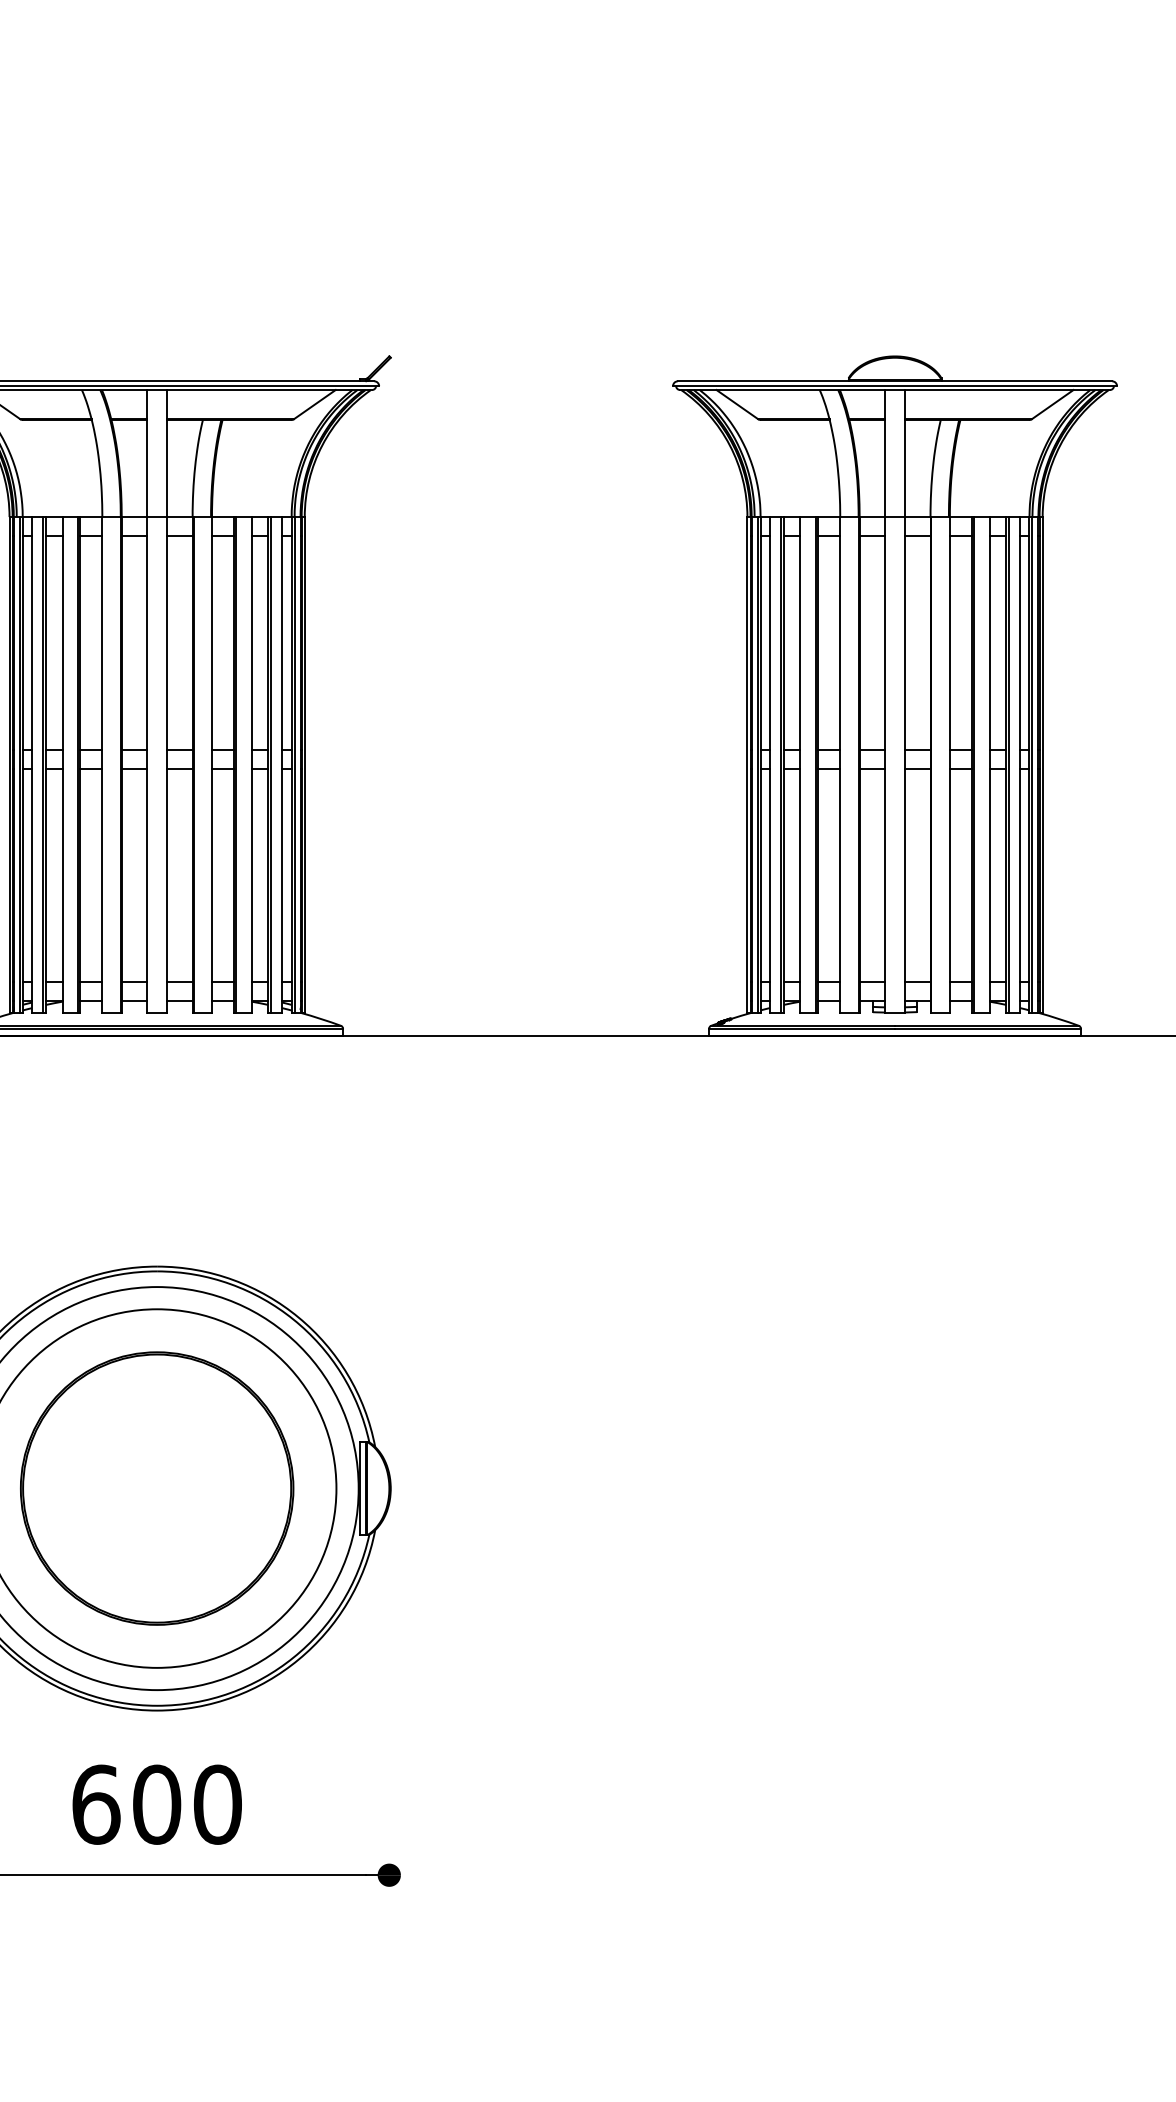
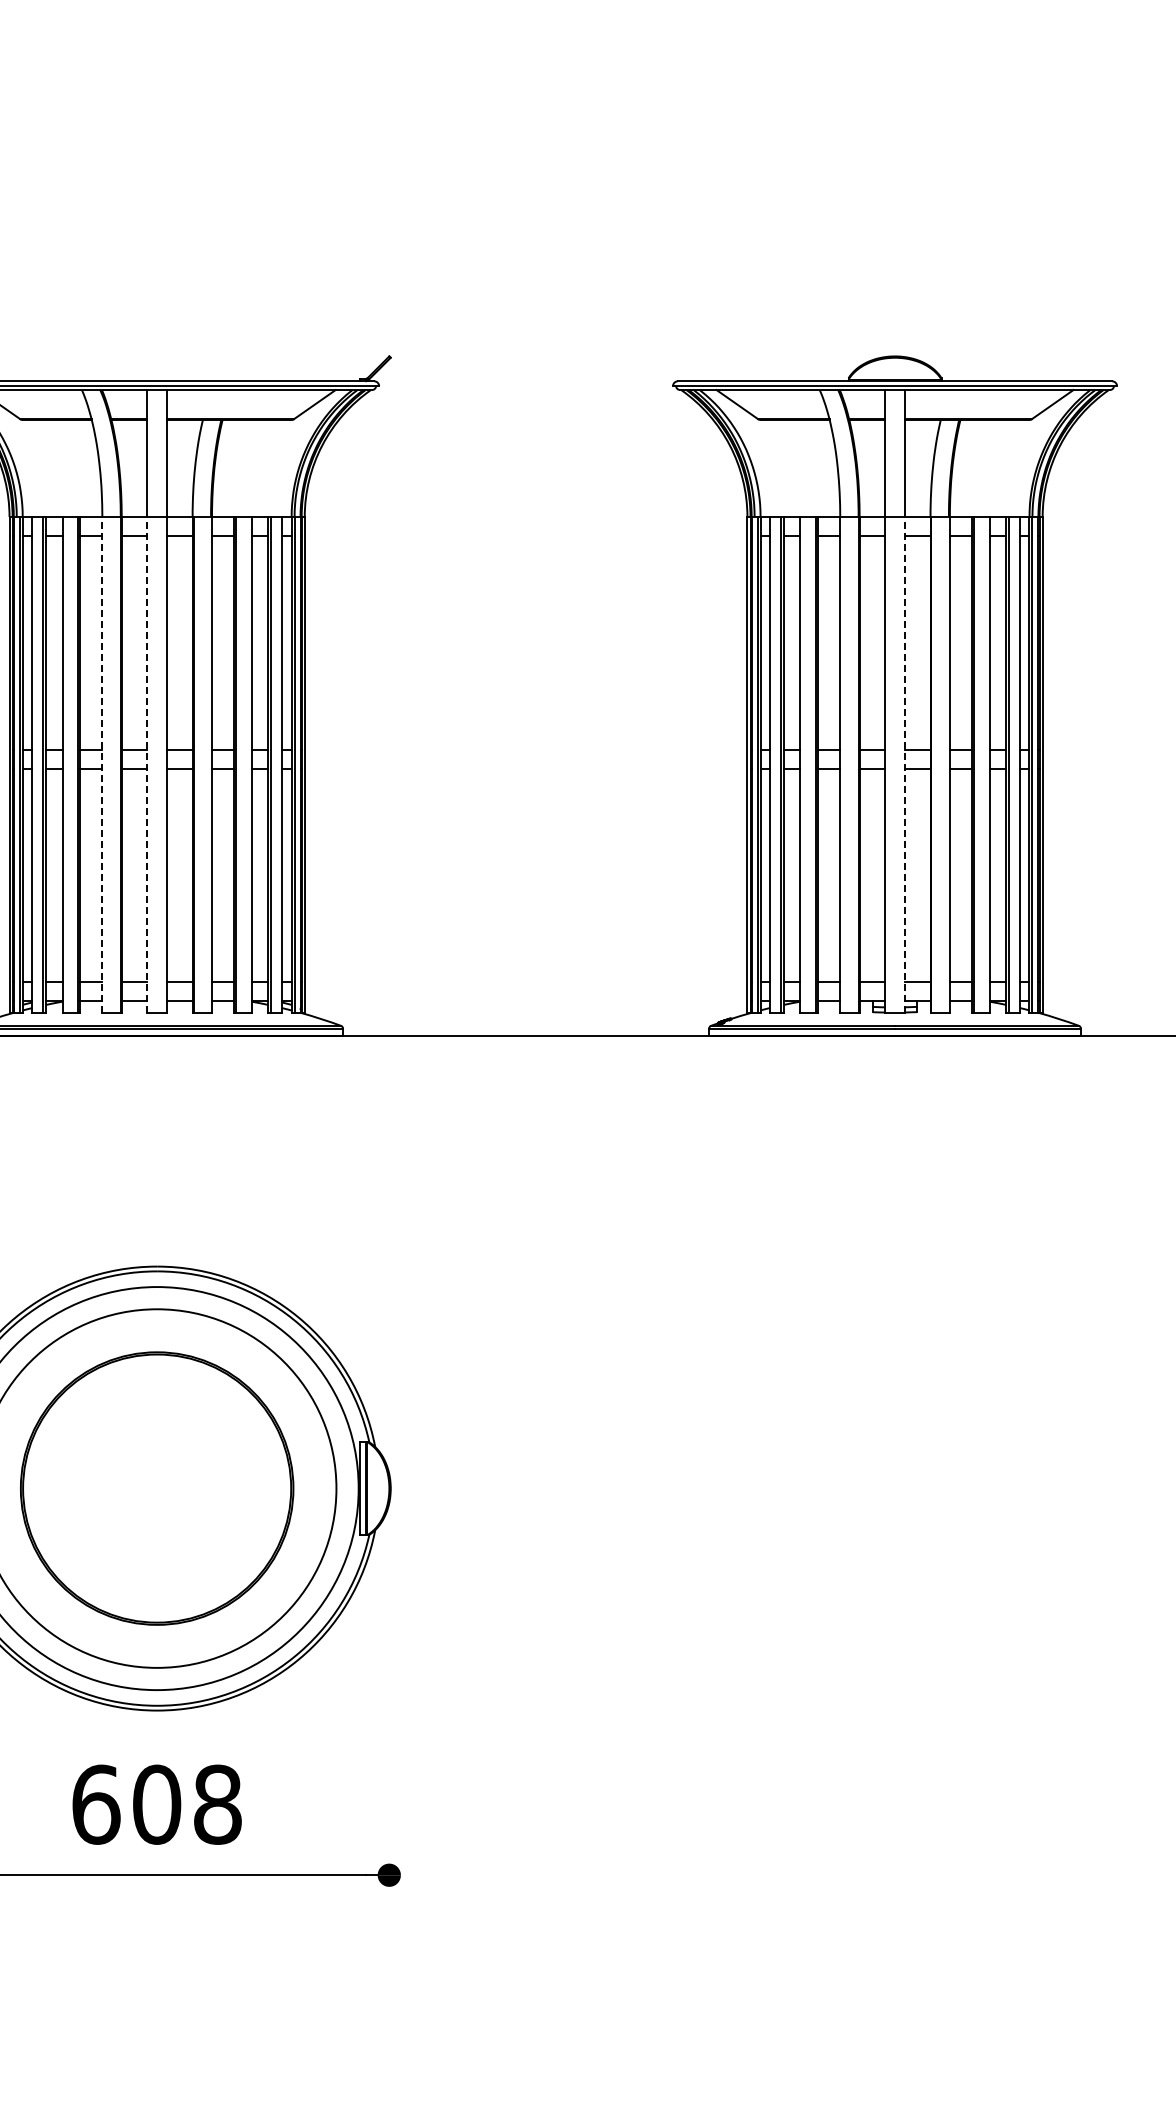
line at (102, 765): solid -> dashed
line at (147, 765): solid -> dashed
line at (904, 765): solid -> dashed
text at (217, 1804): 600 -> 608
